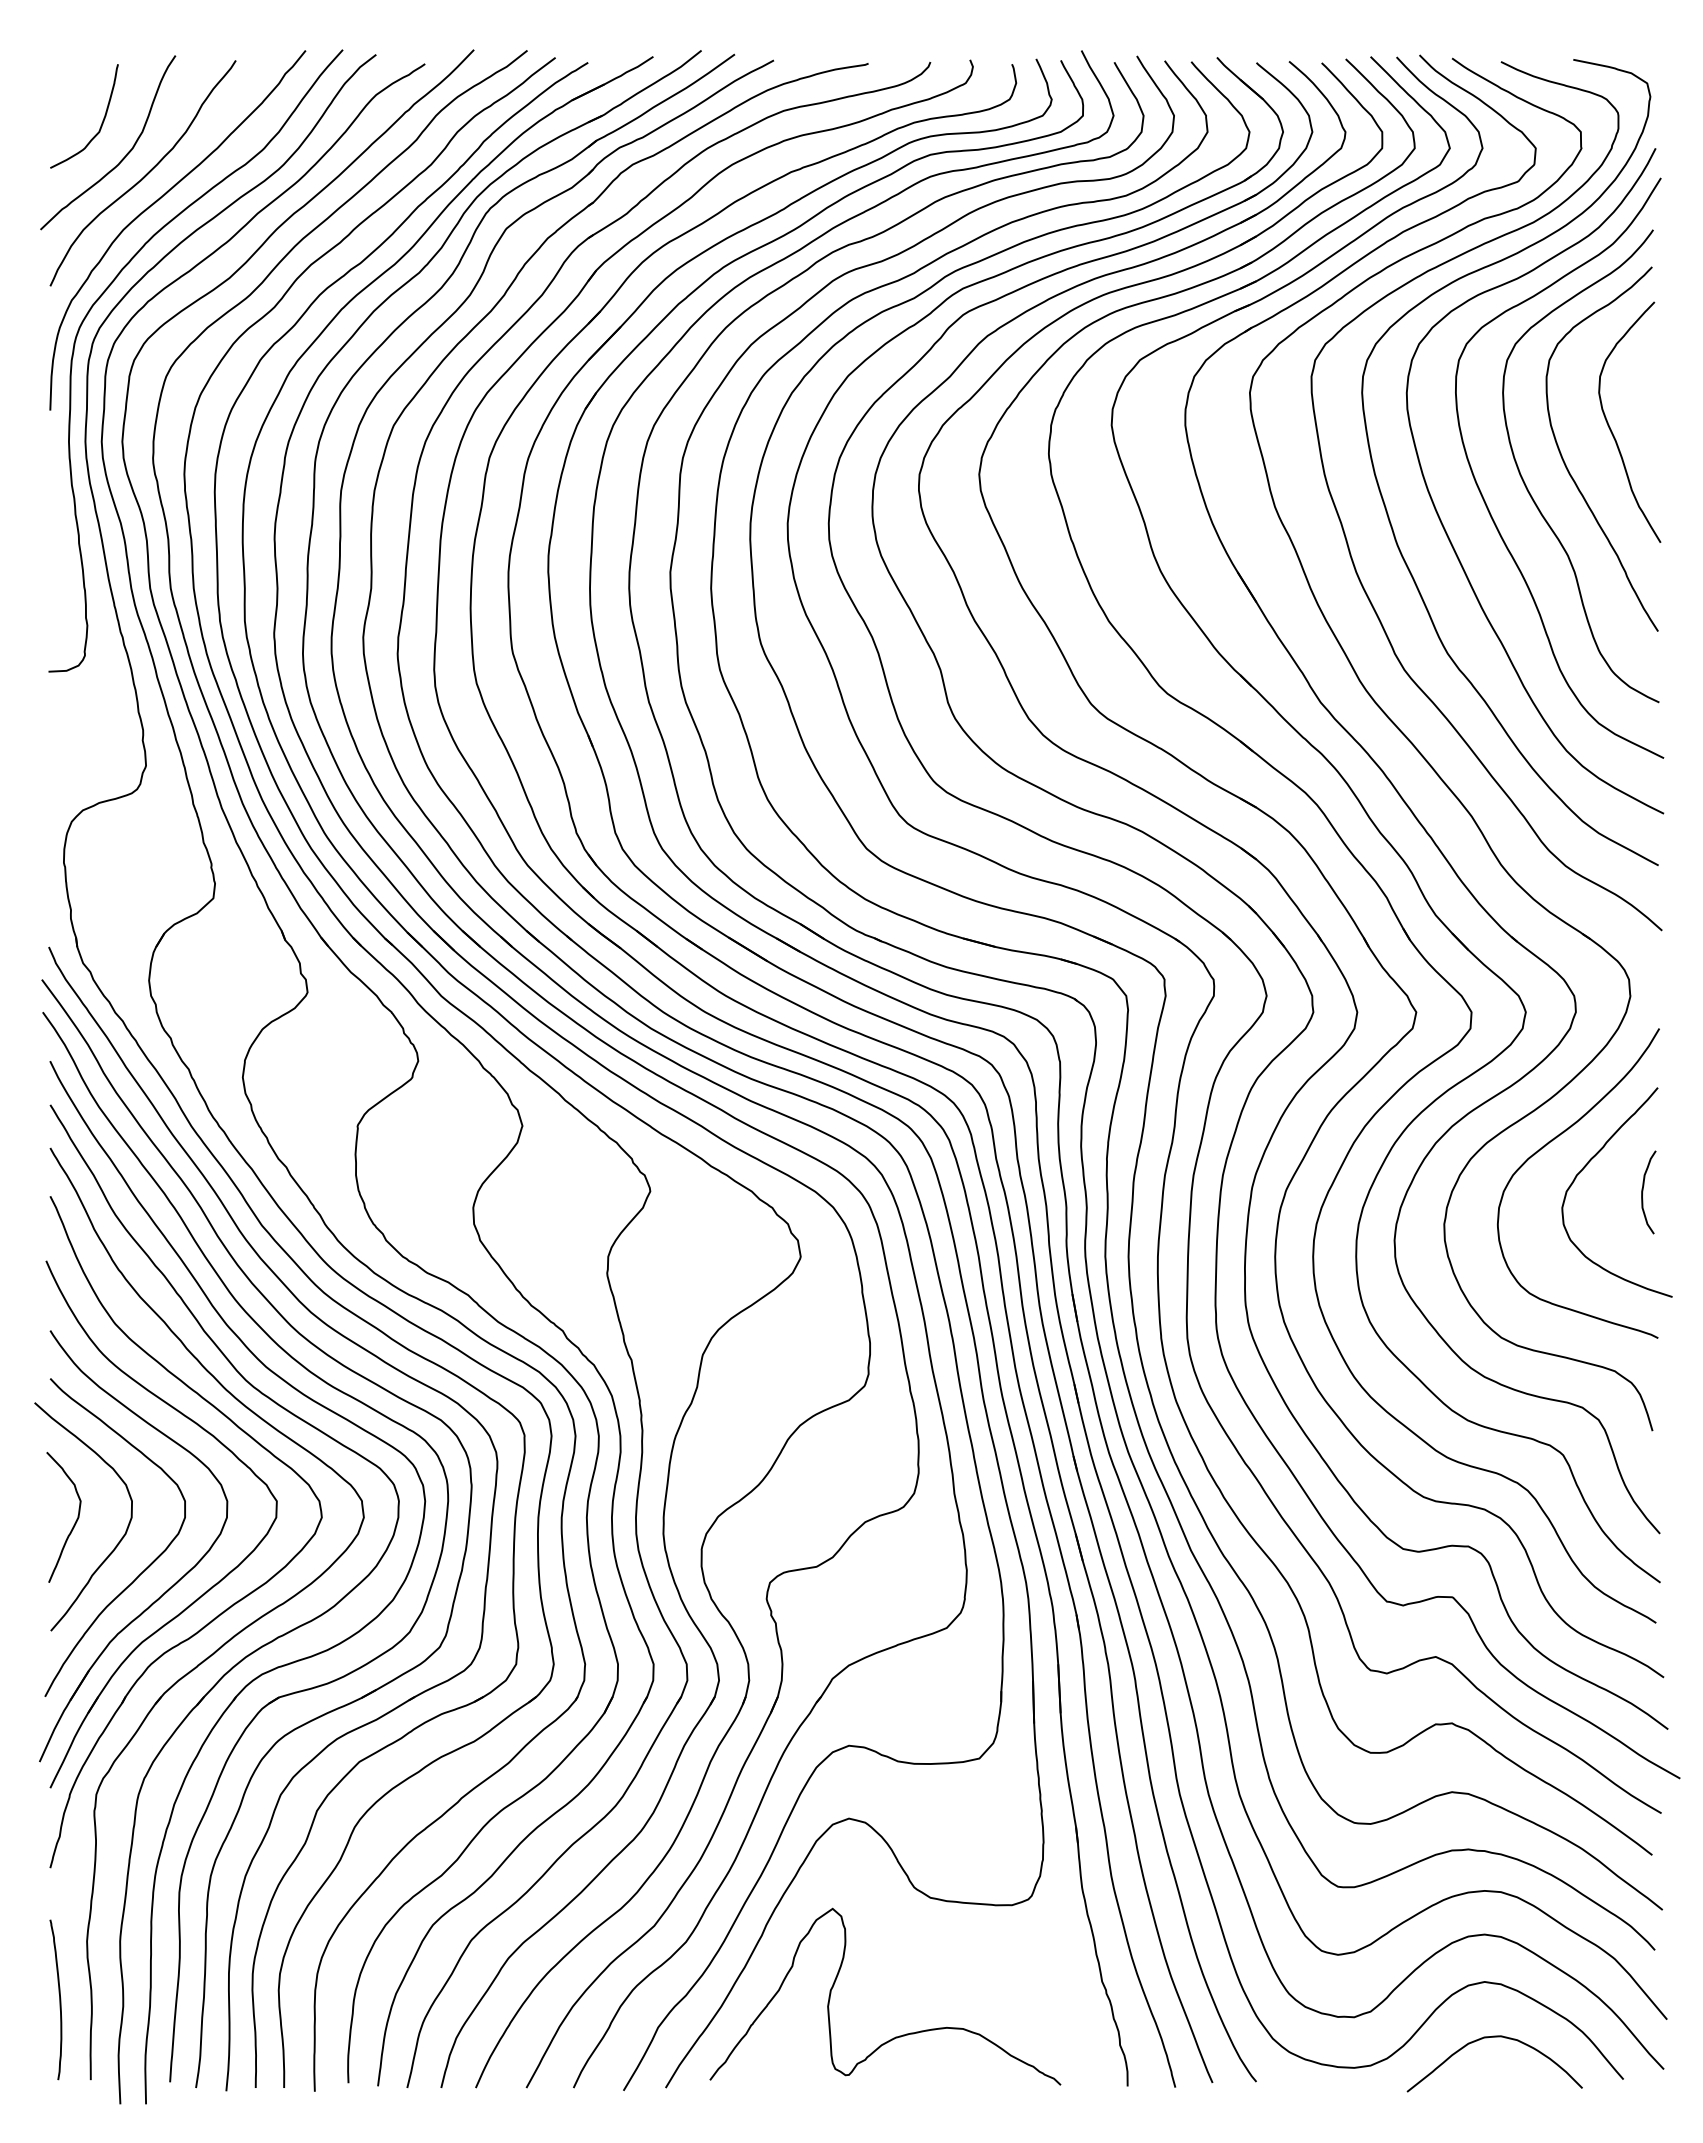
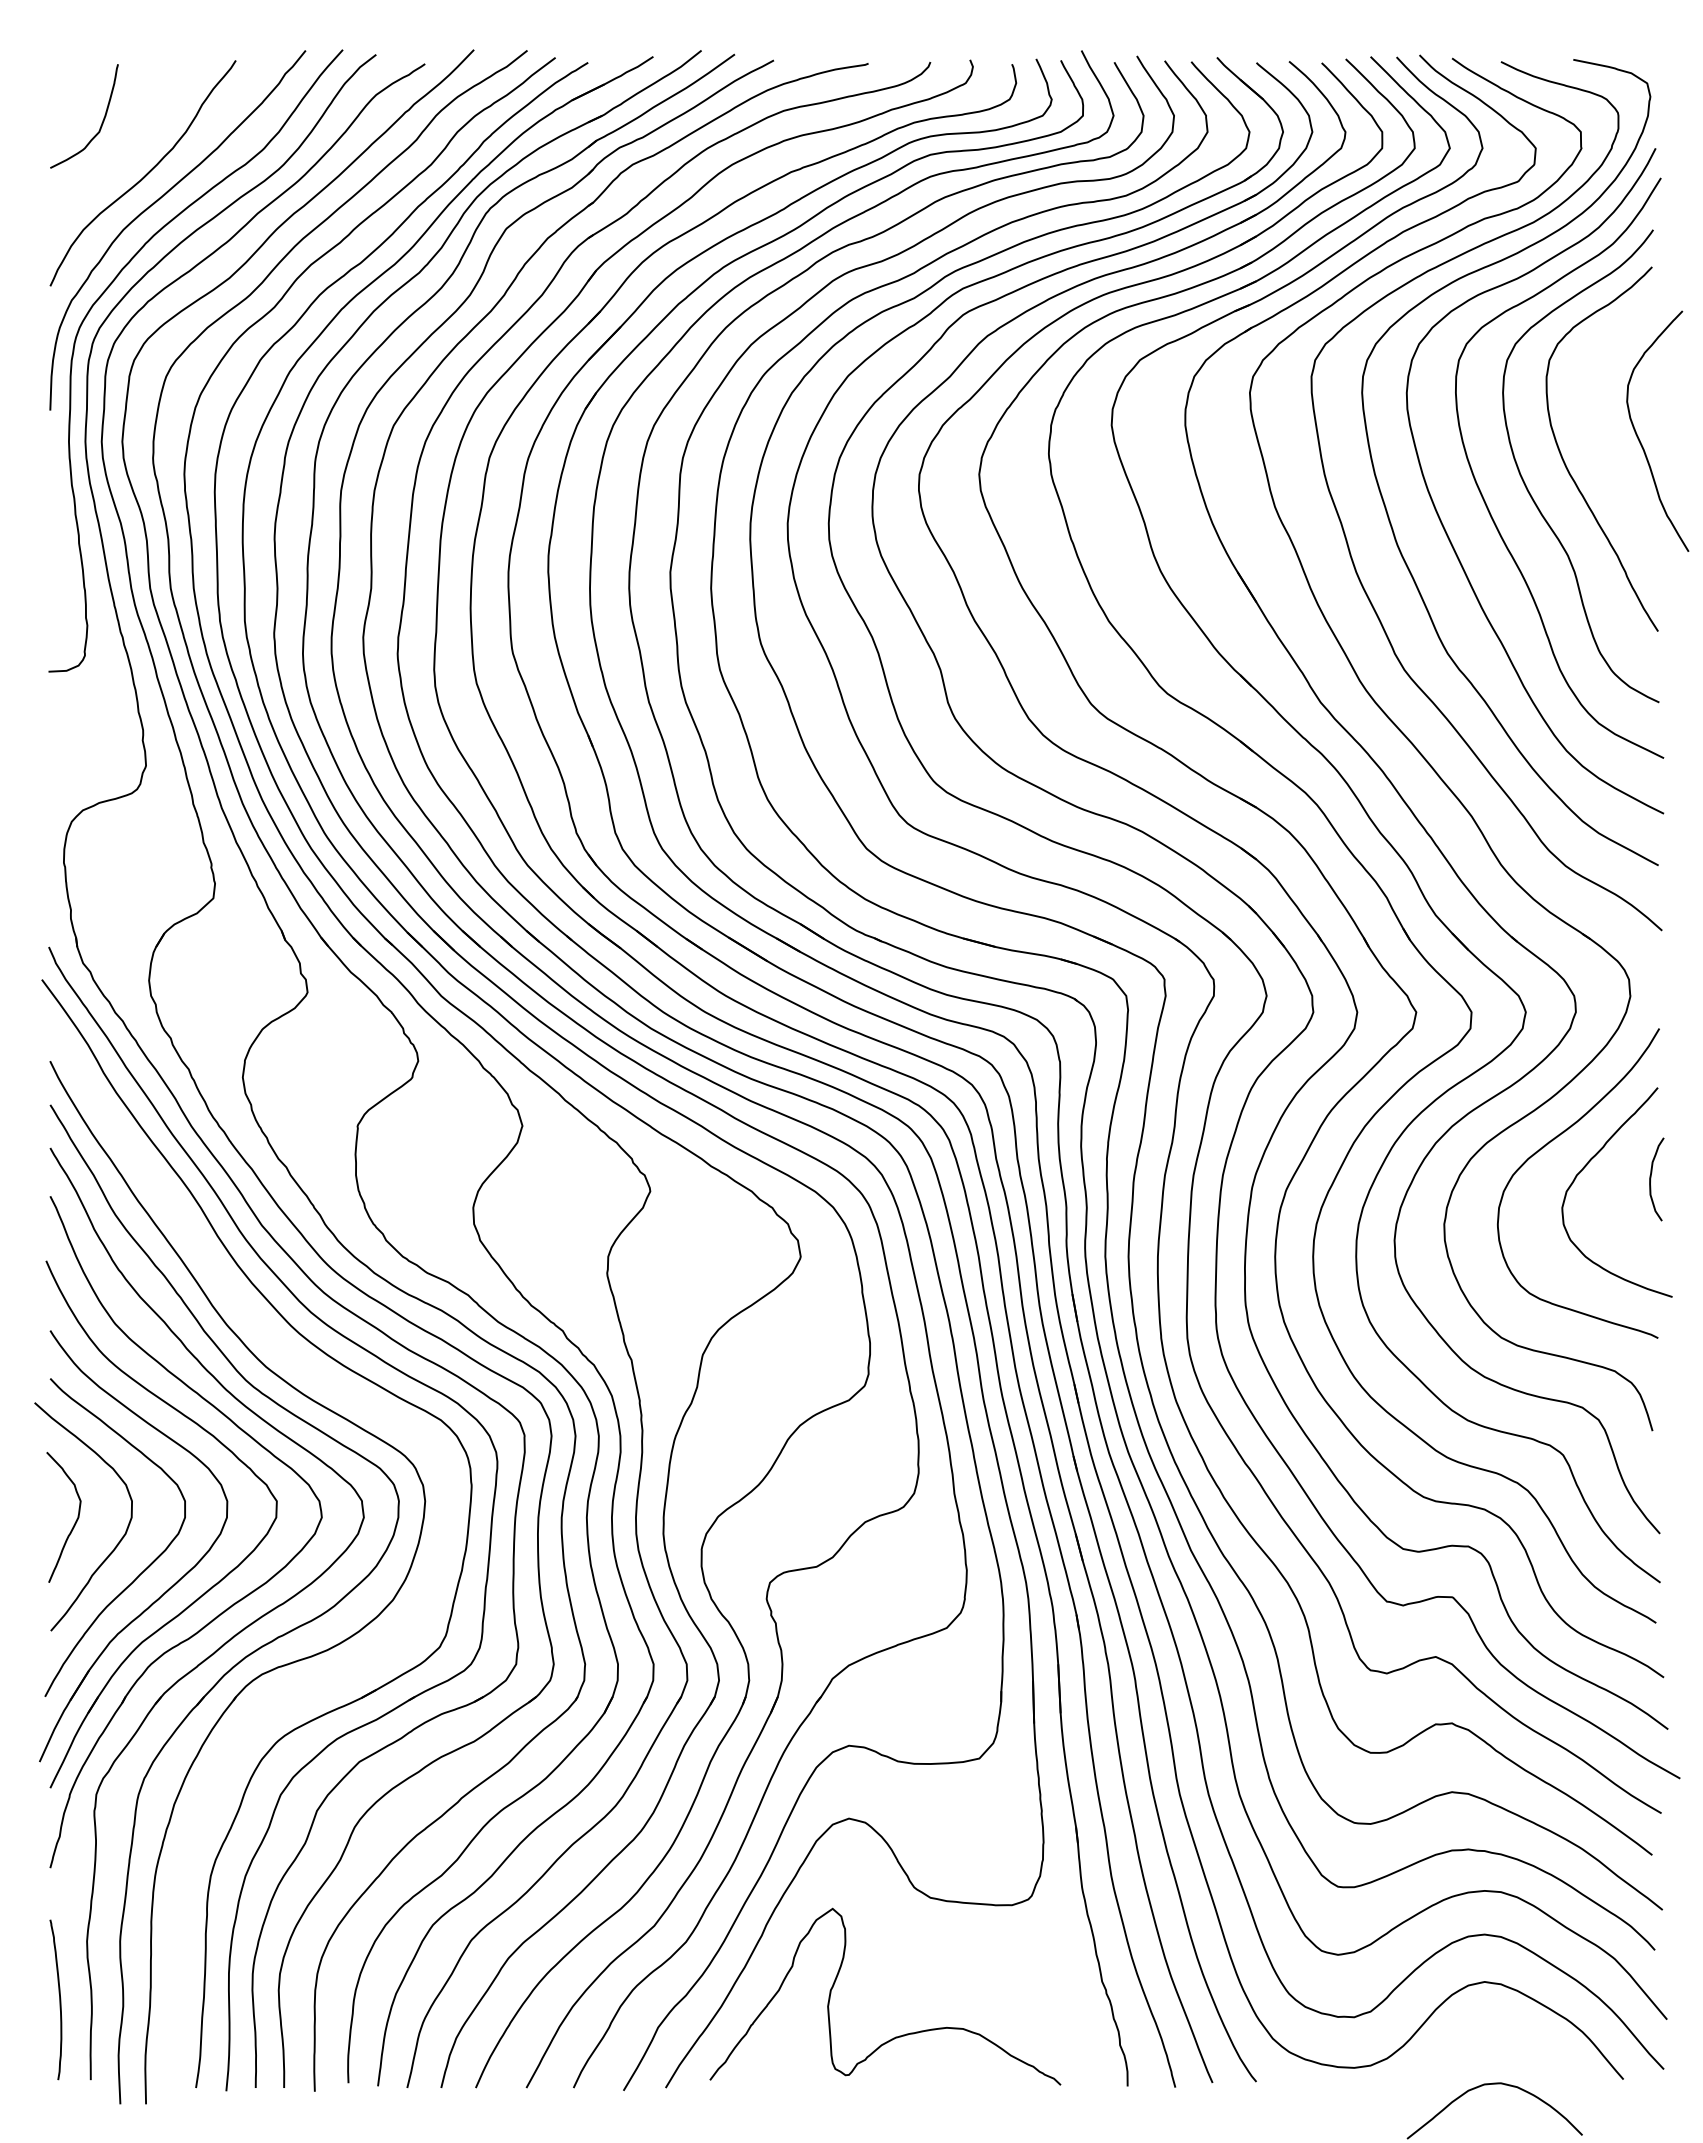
curve at (126, 153): present -> none
curve at (1611, 429) position: (1611, 429) -> (1639, 438)
curve at (1643, 1192) position: (1643, 1192) -> (1651, 1179)
part at (284, 1694): present -> none
curve at (1487, 2038) position: (1487, 2038) -> (1487, 2085)
